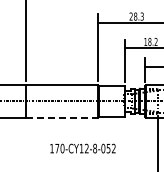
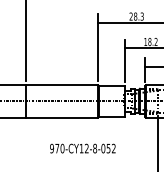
line at (62, 117): dashed -> solid
text at (51, 148): 170-CY12-8-052 -> 970-CY12-8-052
